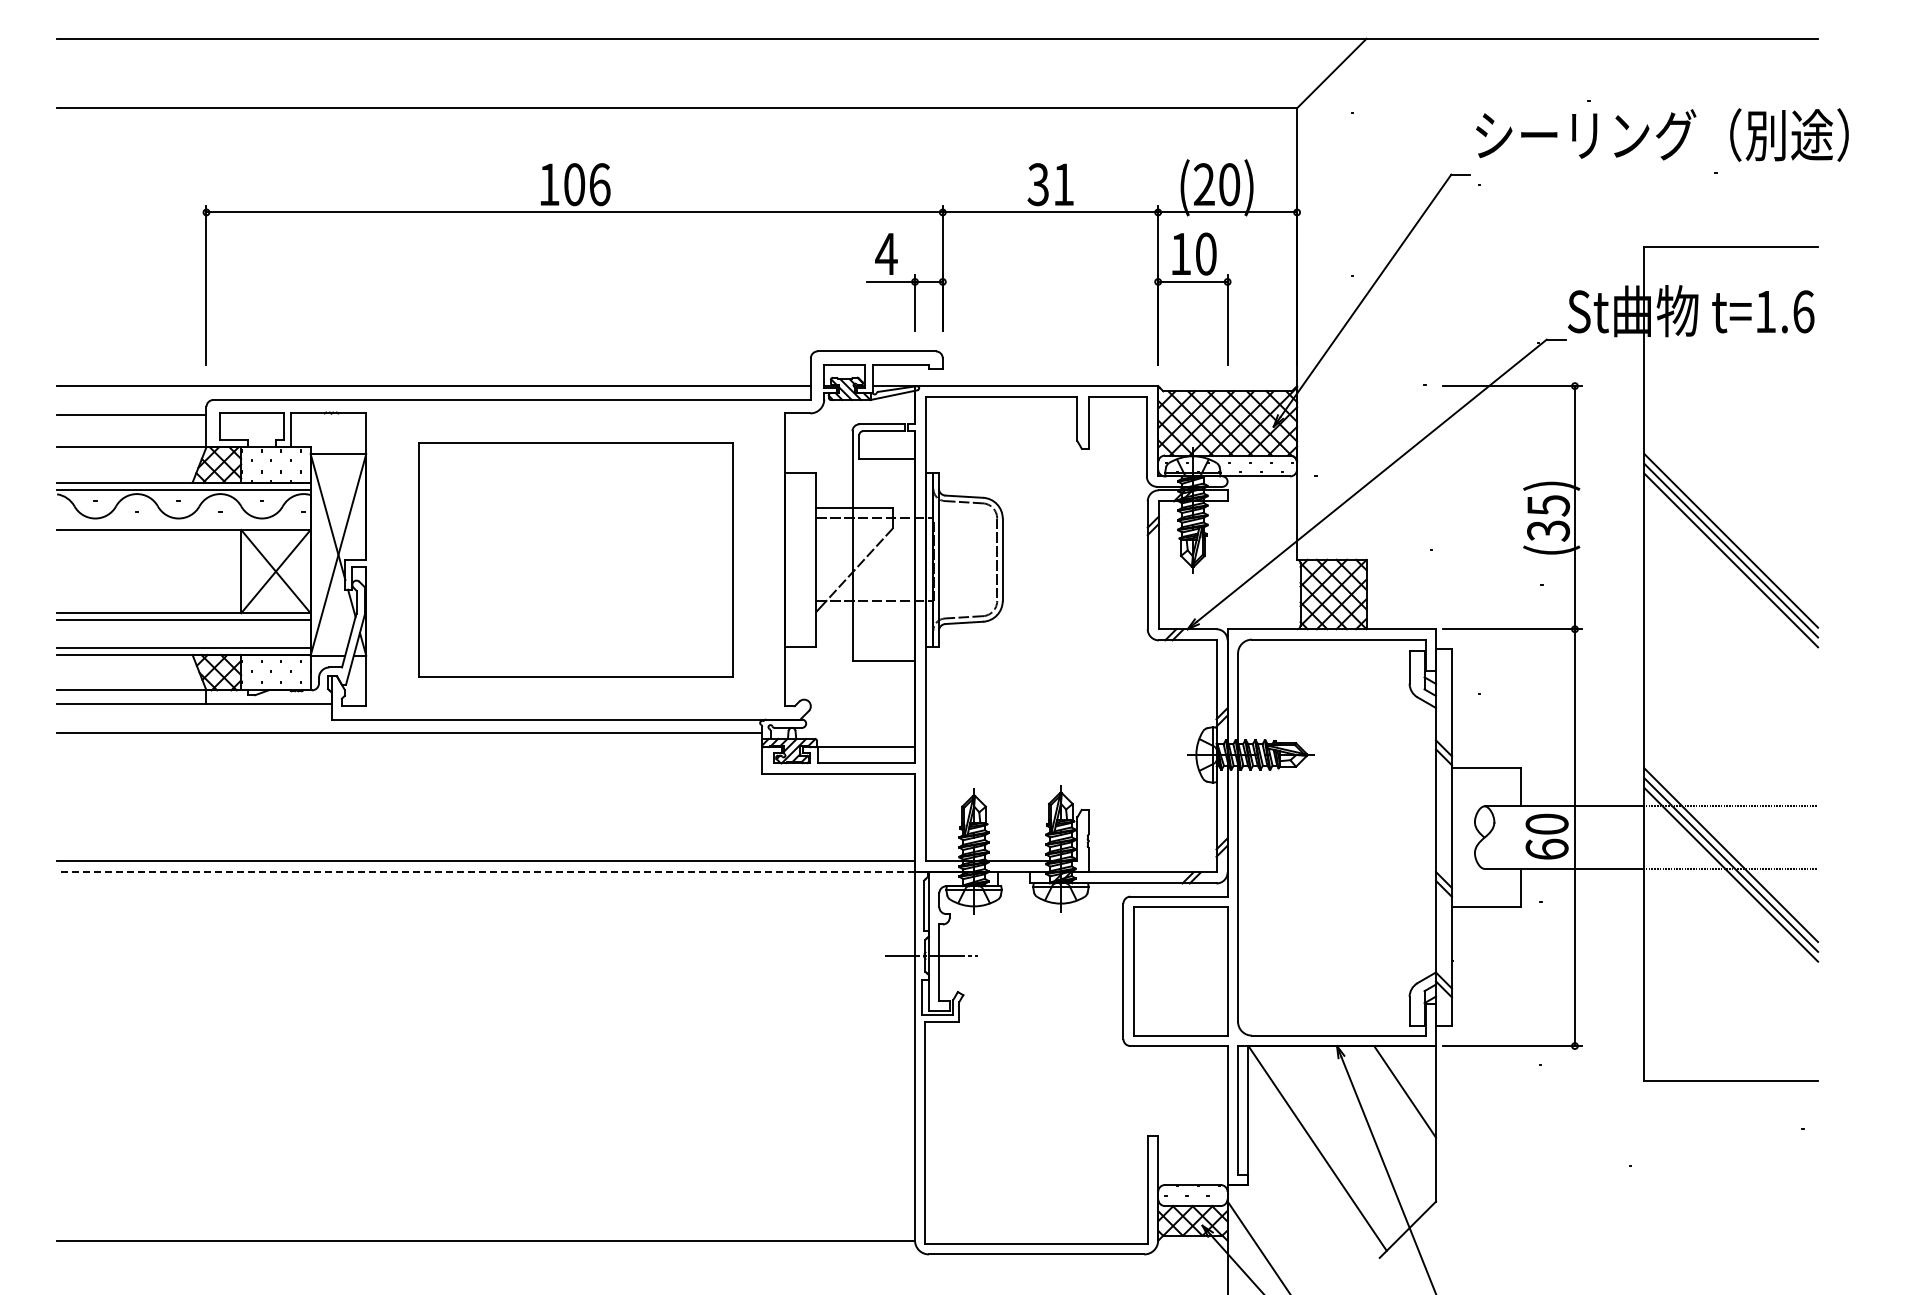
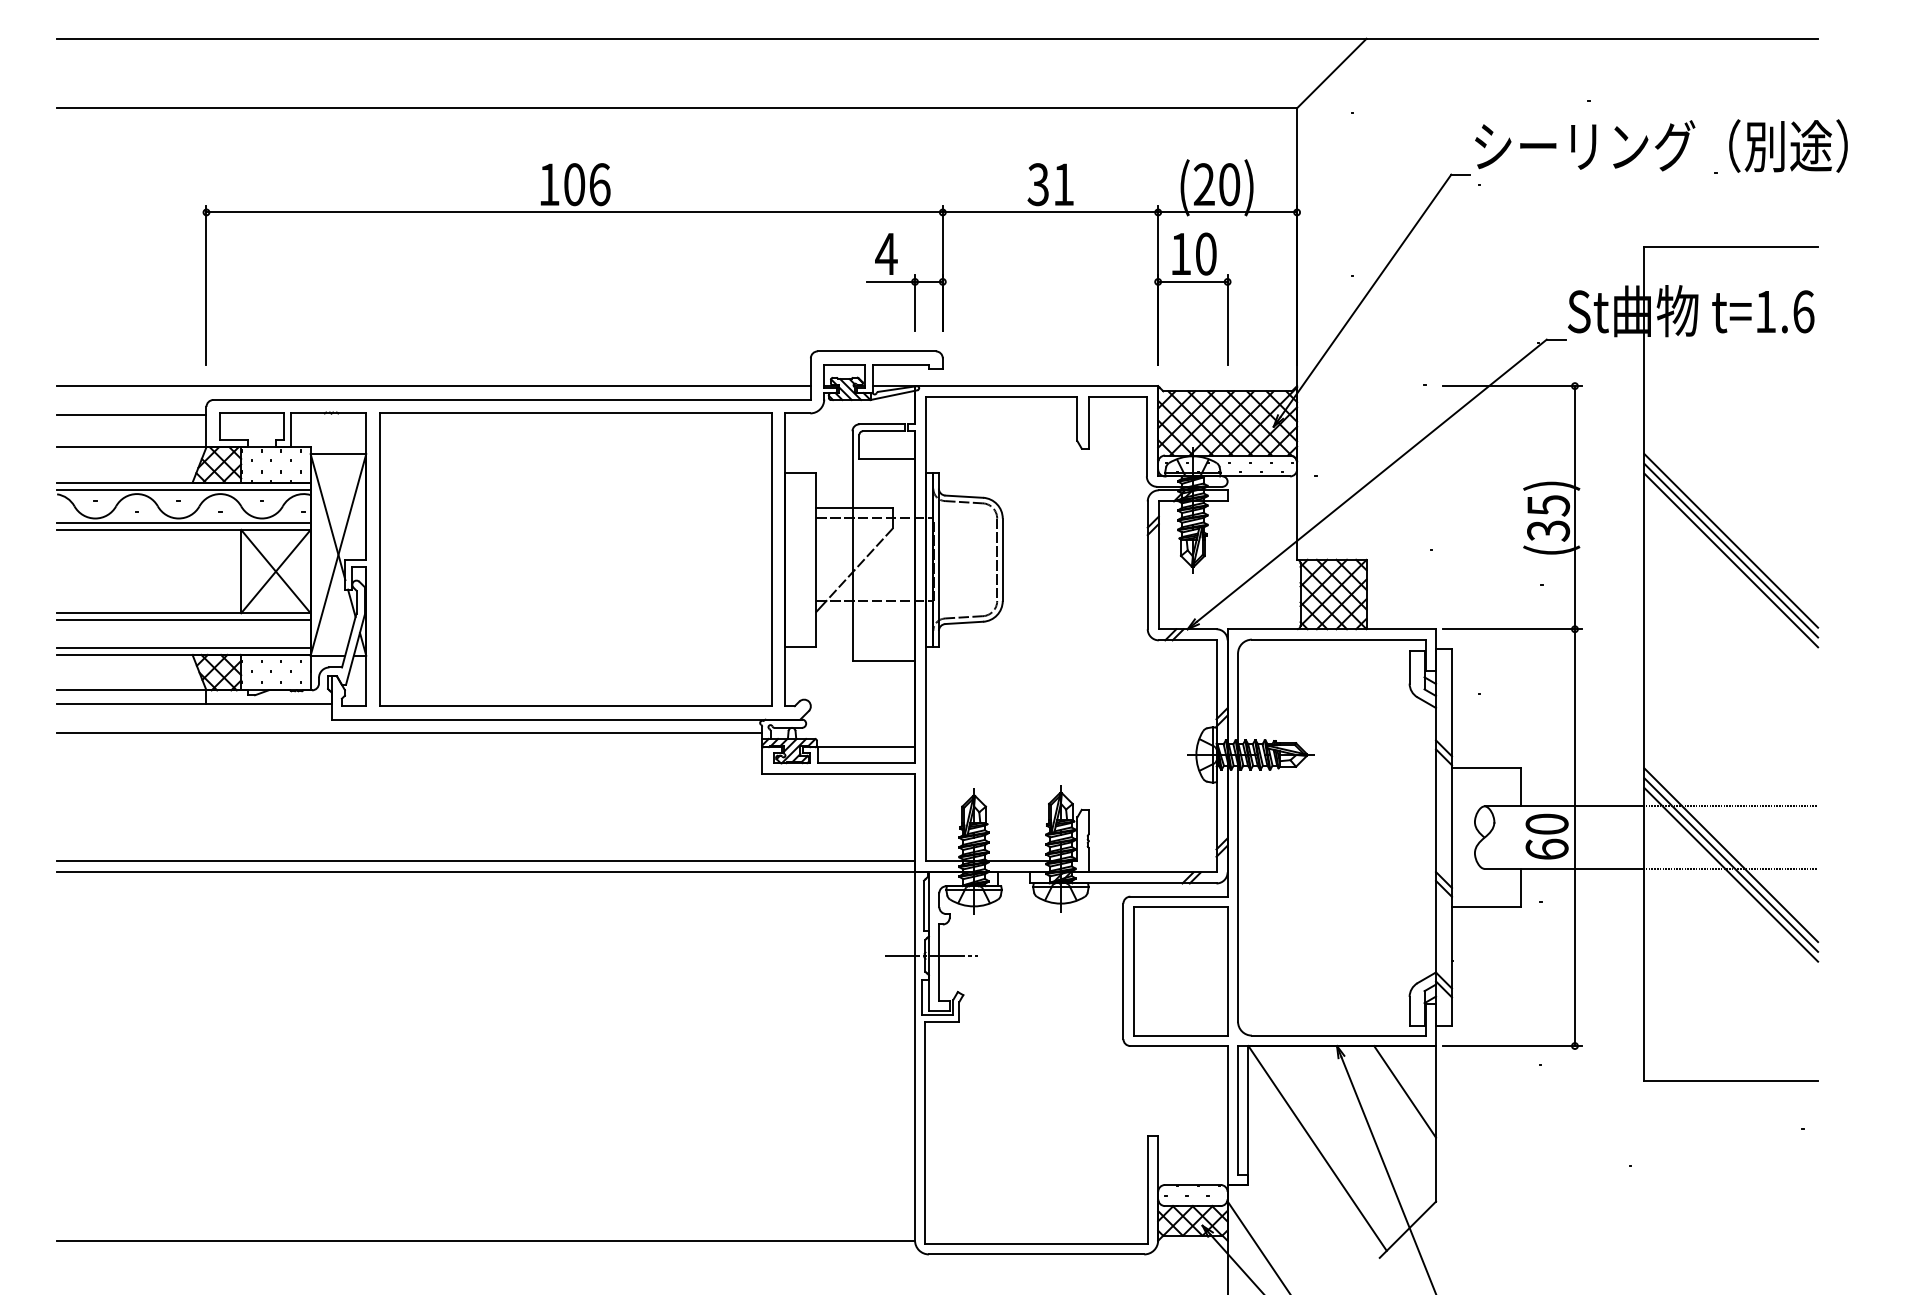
text at (1662, 134) position: (1662, 134) -> (1661, 145)
line at (183, 522): none -> present
part at (575, 559) size: 316x236 px -> 394x295 px
line at (486, 872): dashed -> solid
